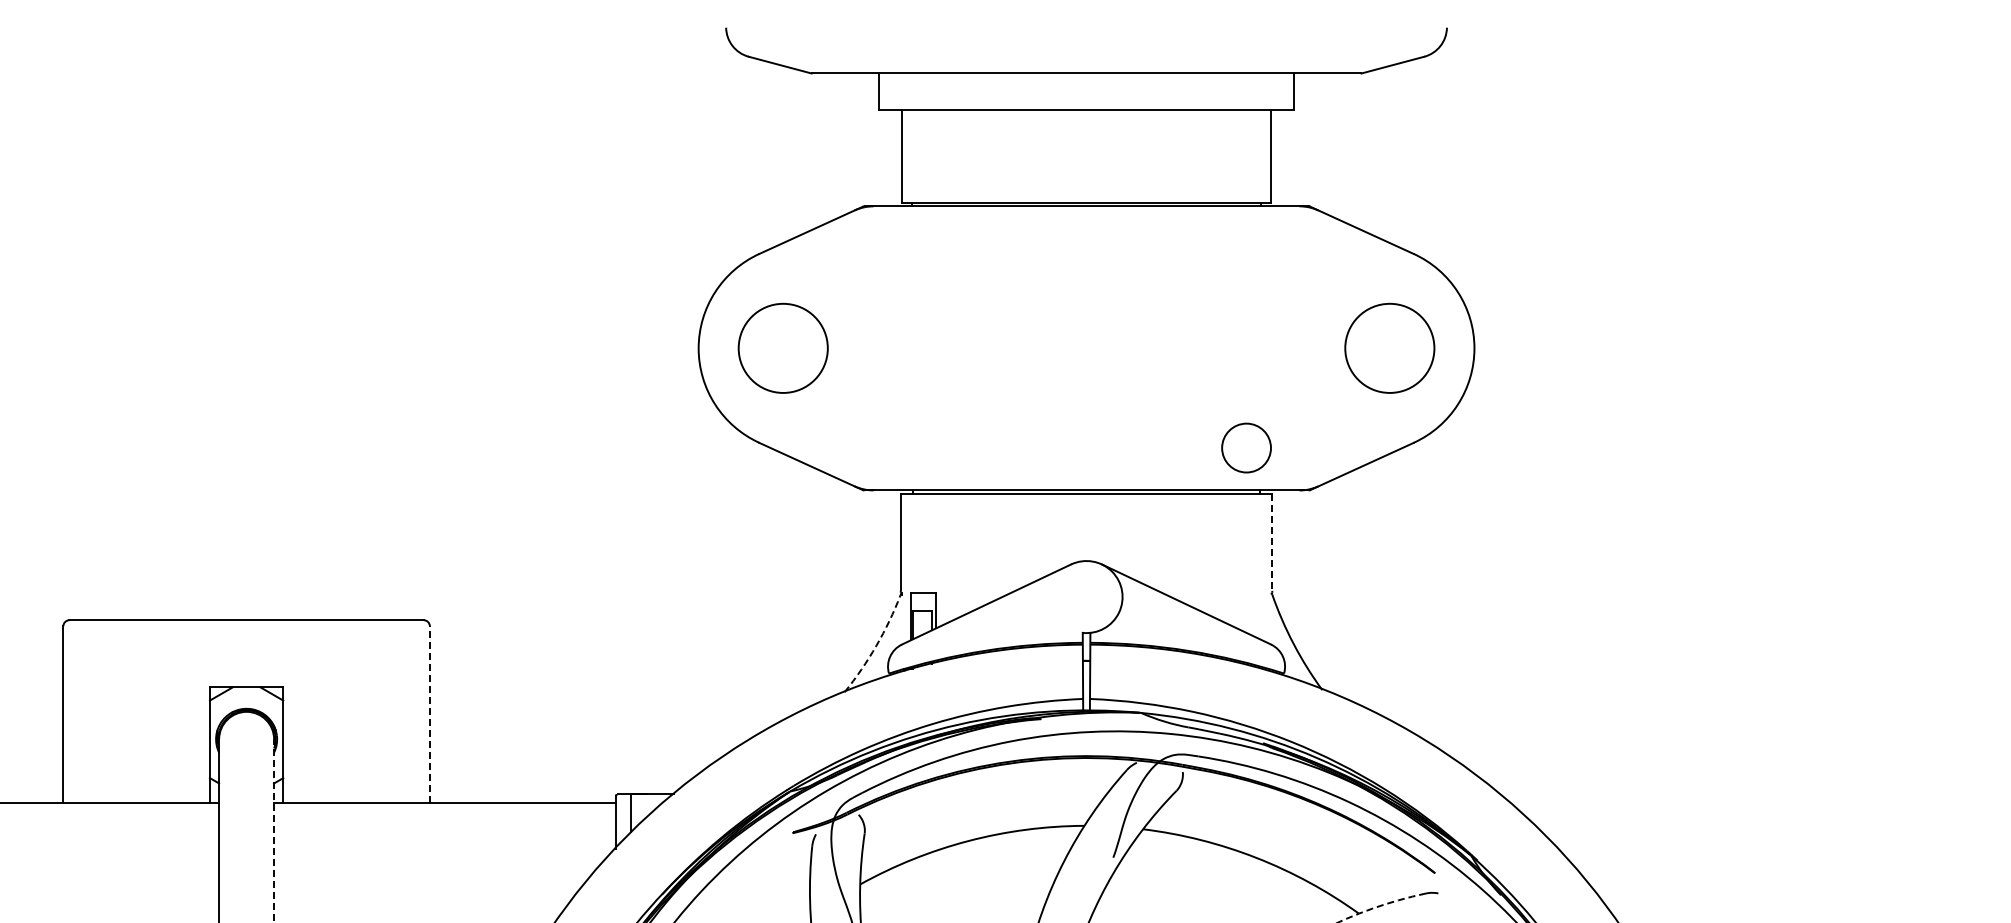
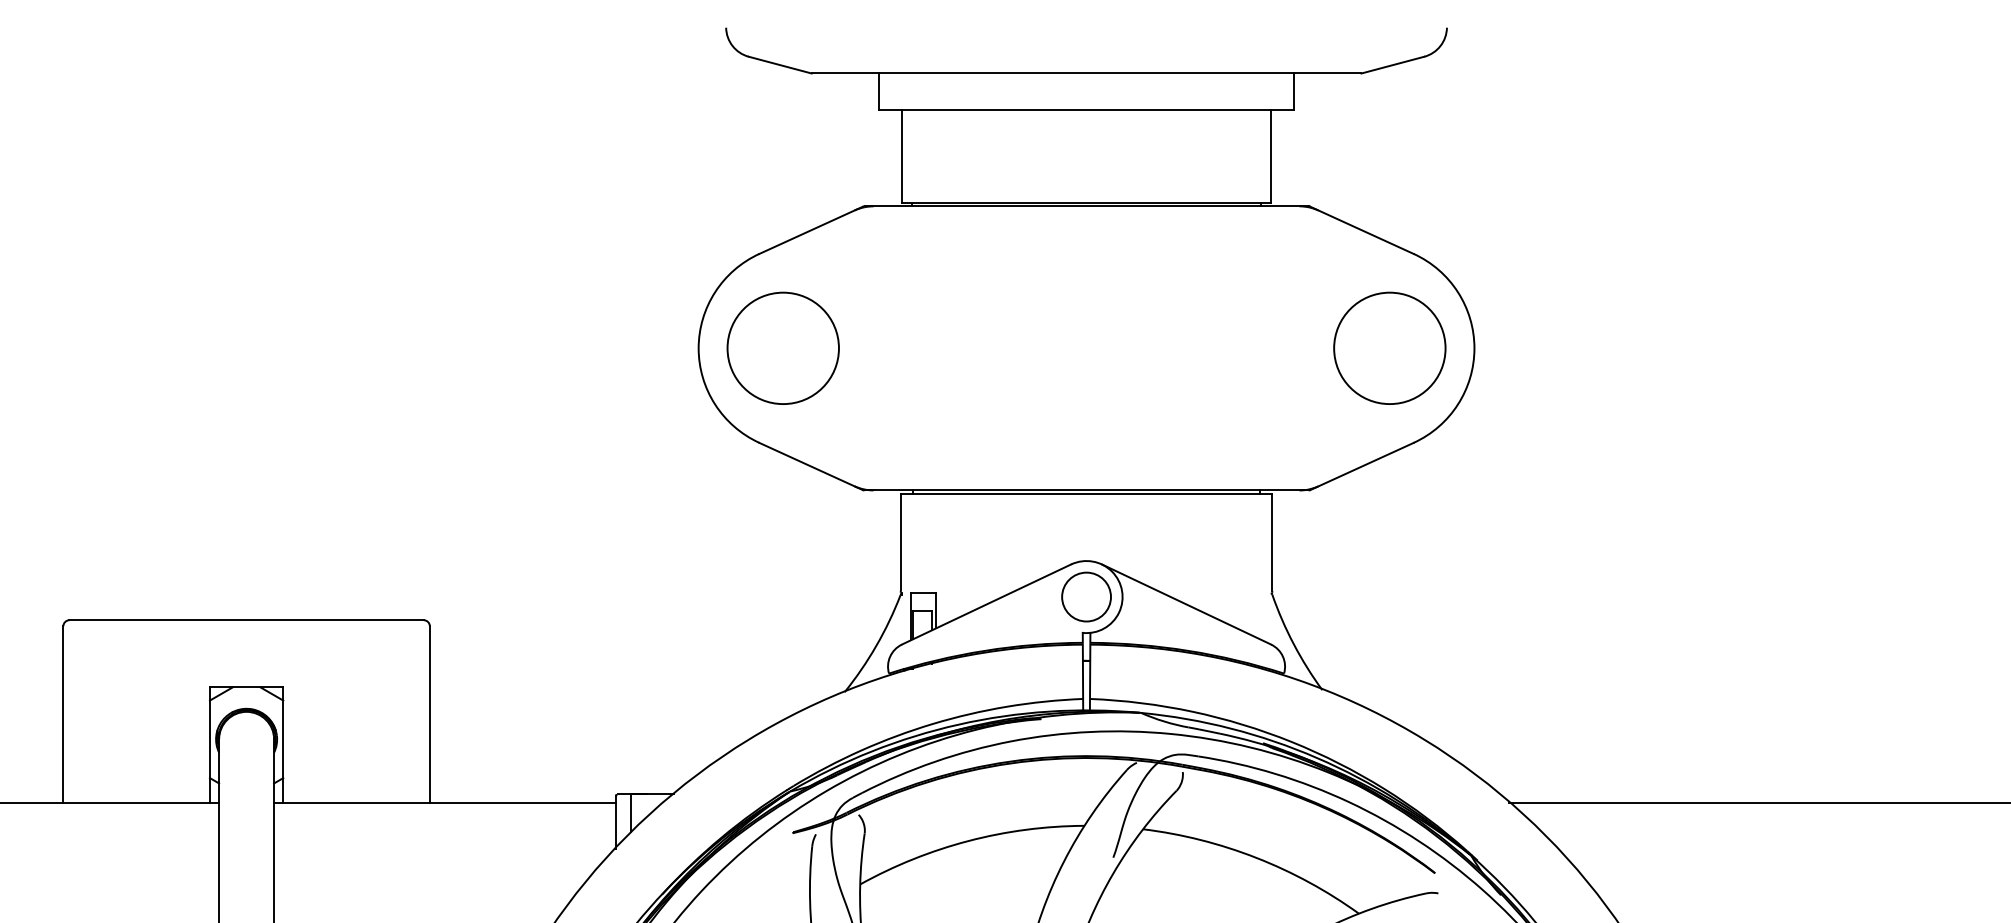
circle at (782, 347) diameter: 89 px -> 111 px
circle at (1389, 347) diameter: 89 px -> 111 px
circle at (1246, 447) position: (1246, 447) -> (1086, 596)
line at (1272, 542): dashed -> solid
arc at (876, 645): dashed -> solid
line at (429, 714): dashed -> solid
line at (1758, 803): none -> present
line at (274, 830): dashed -> solid
arc at (1380, 906): dashed -> solid
